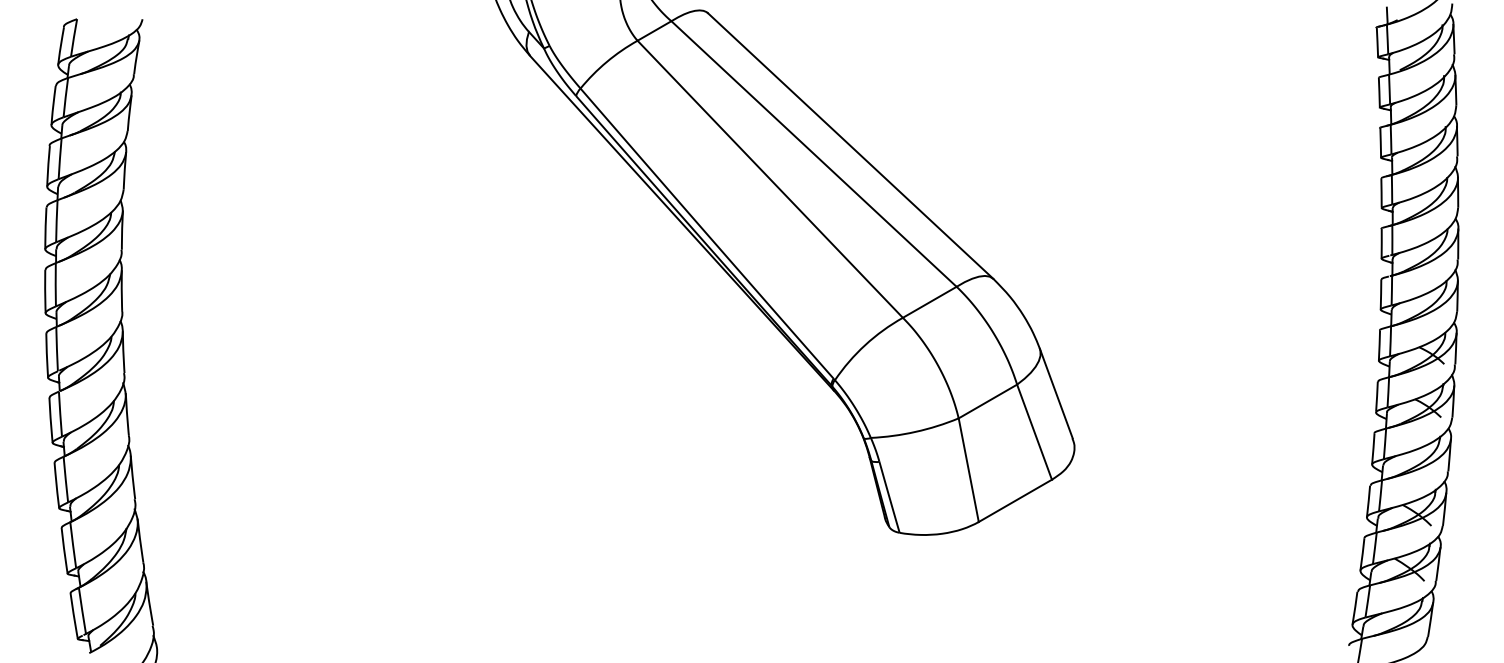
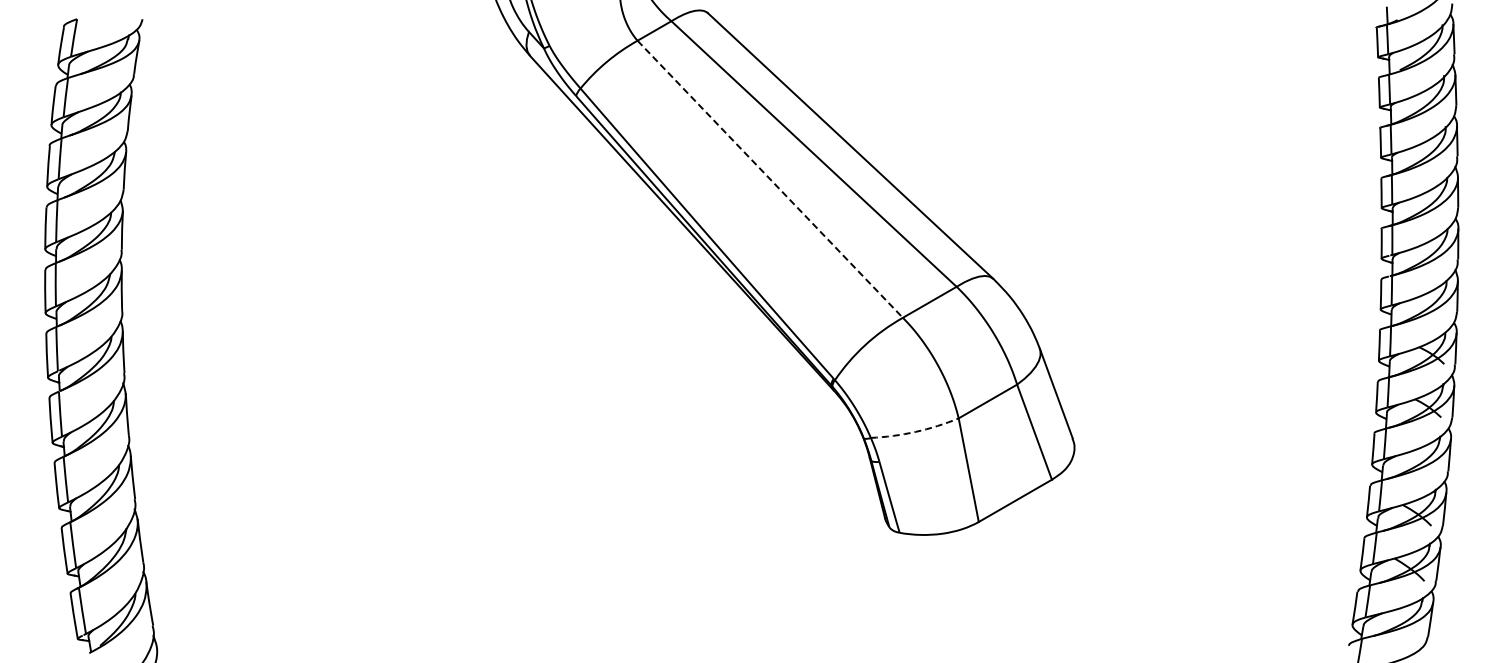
line at (770, 179): solid -> dashed
arc at (915, 431): solid -> dashed
